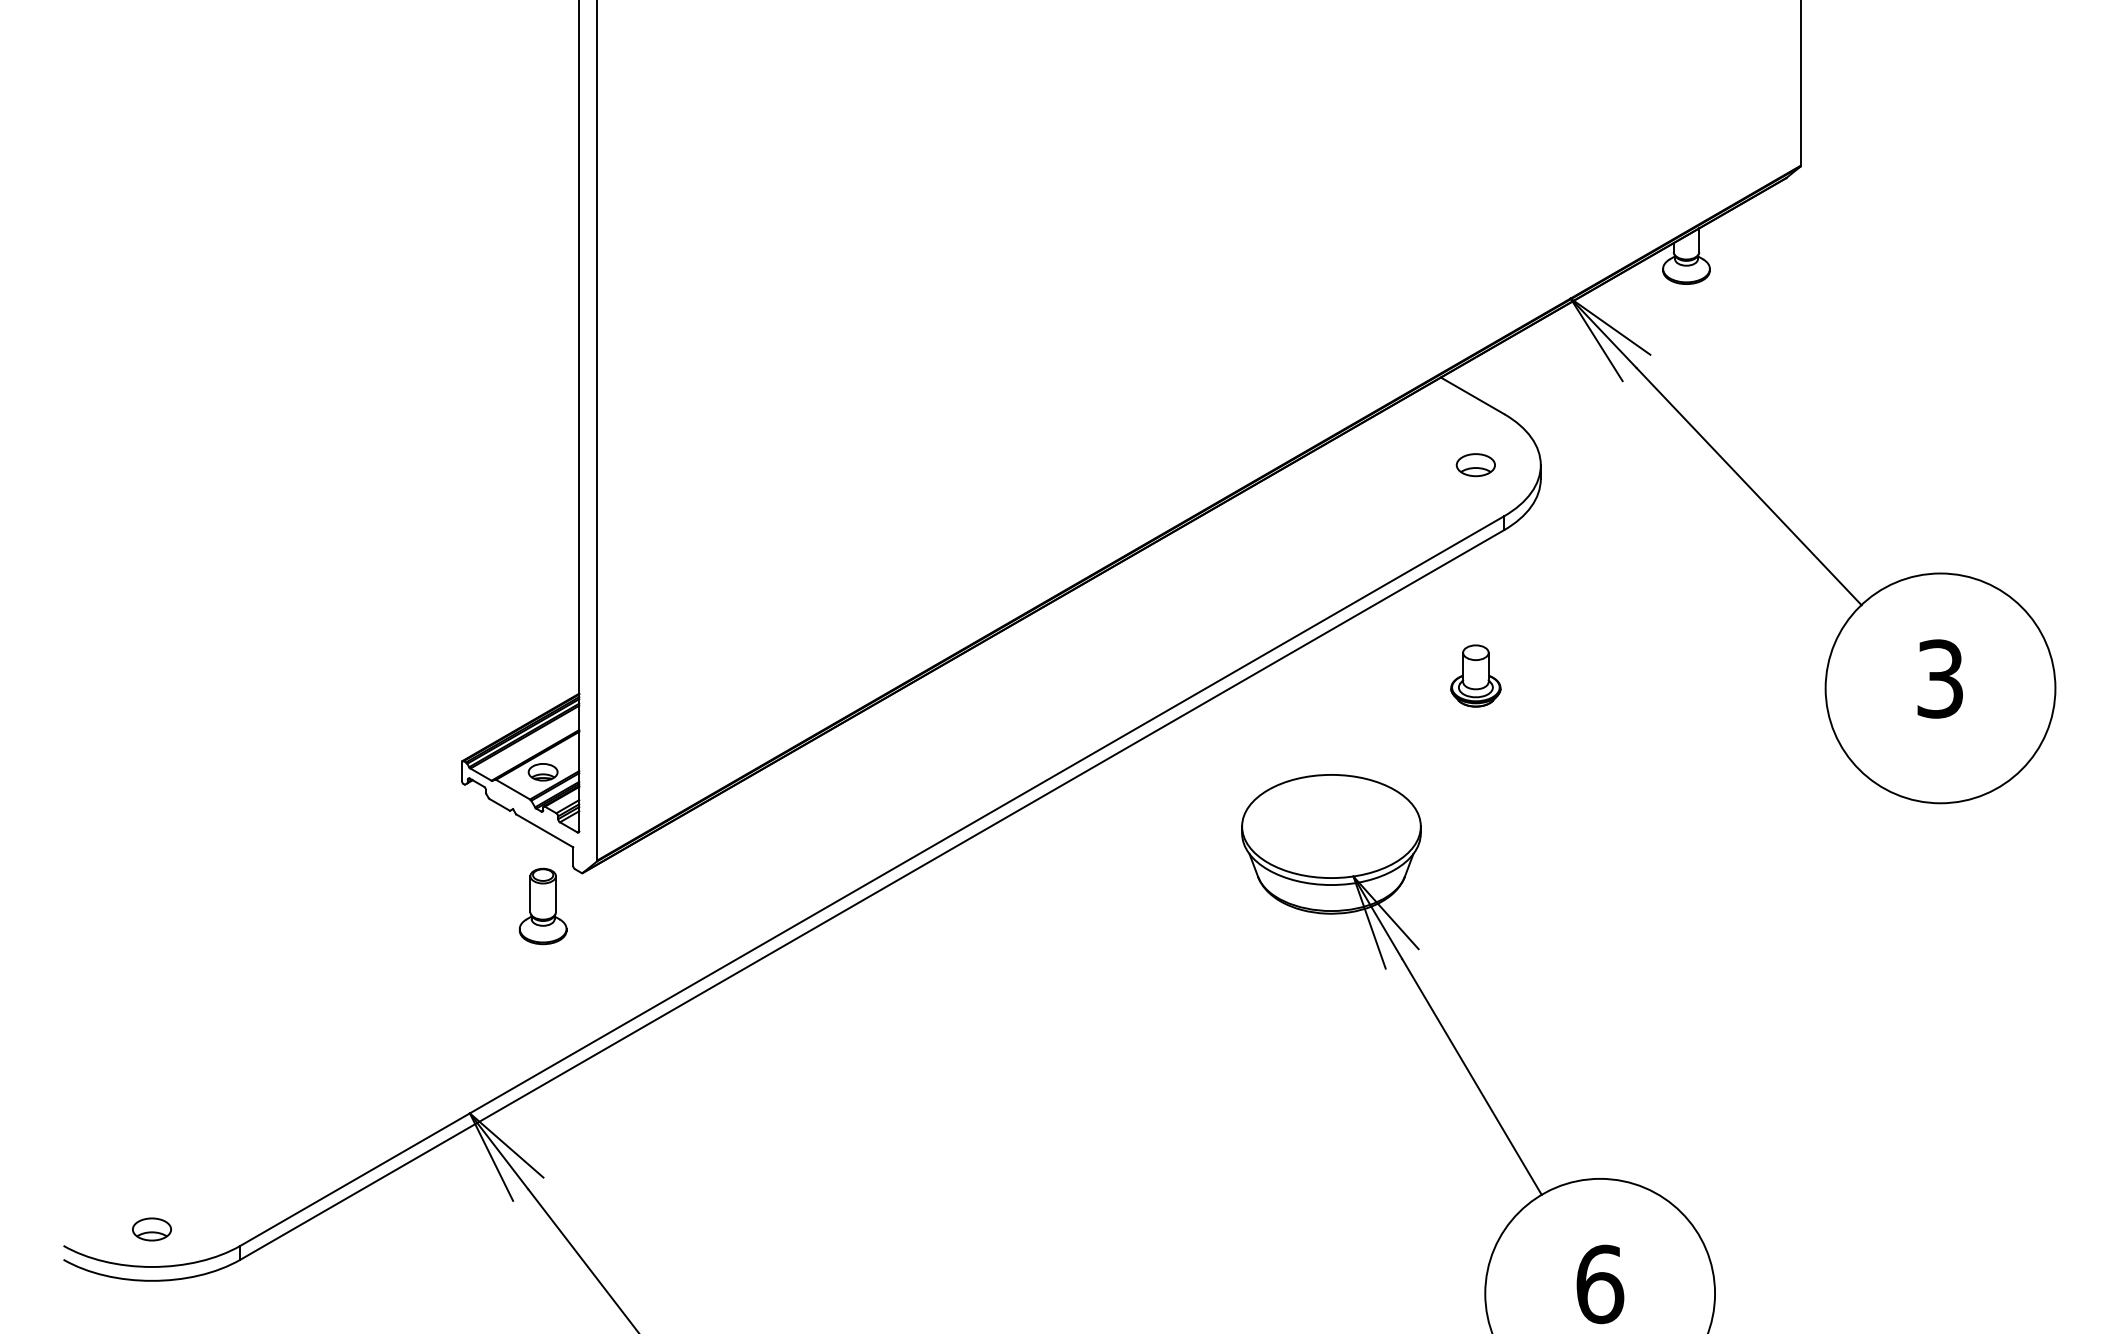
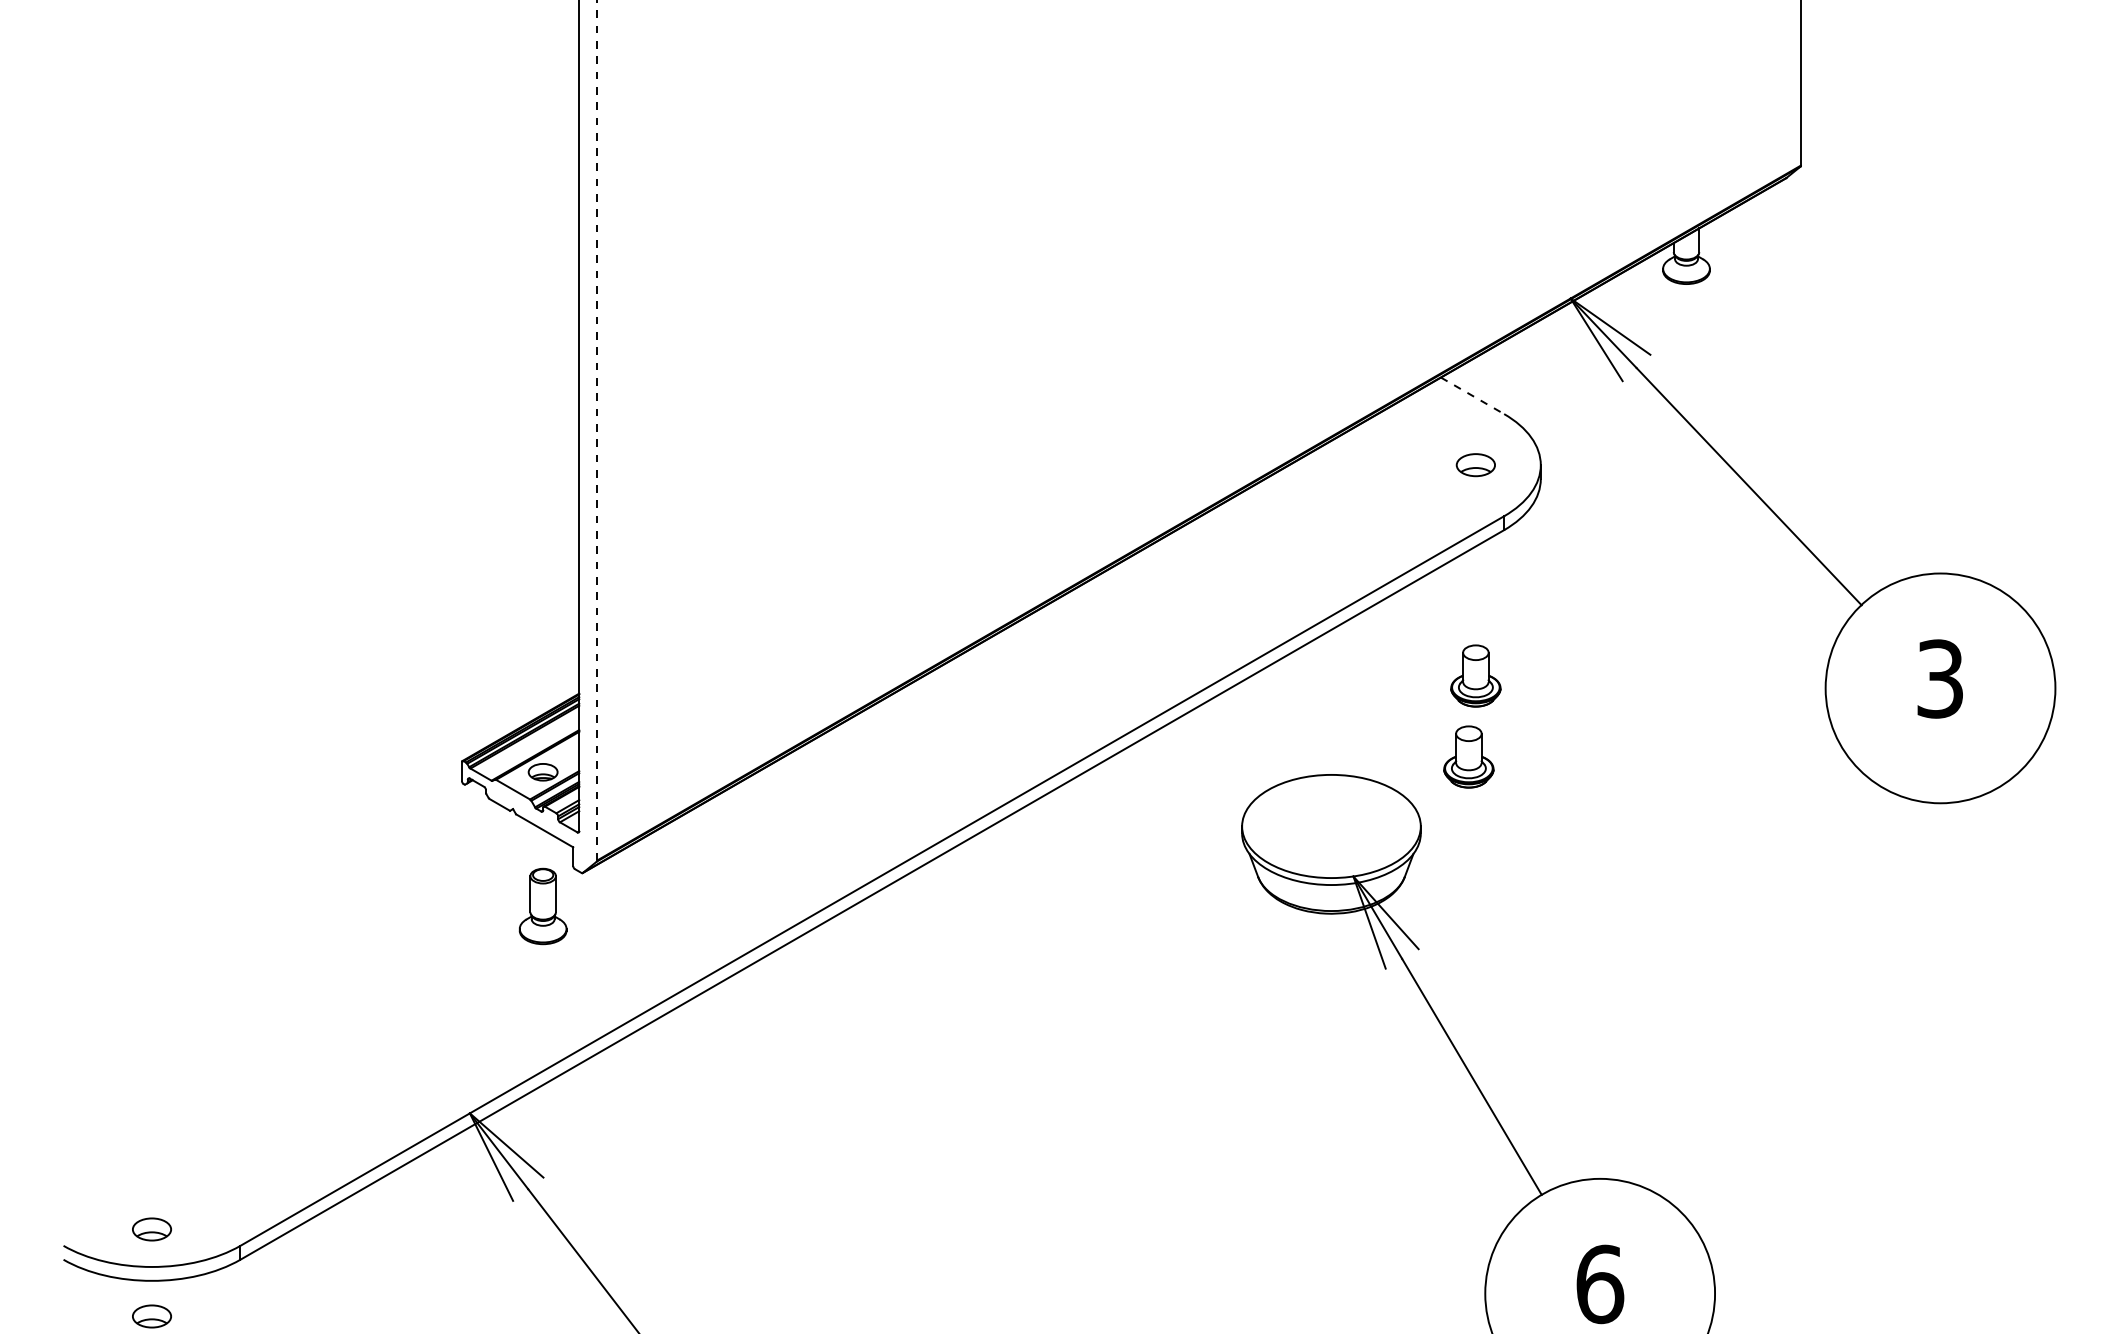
line at (1472, 395): solid -> dashed
line at (597, 430): solid -> dashed
part at (1468, 756): none -> present
part at (151, 1316): none -> present
